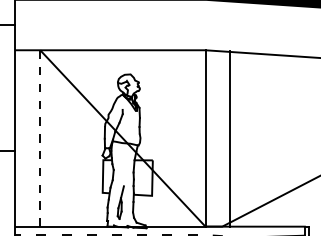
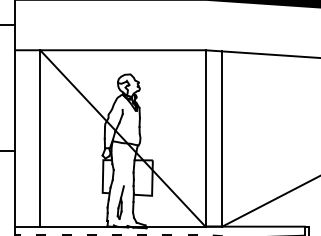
line at (40, 138): dashed -> solid
line at (230, 138) position: (230, 138) -> (222, 138)
